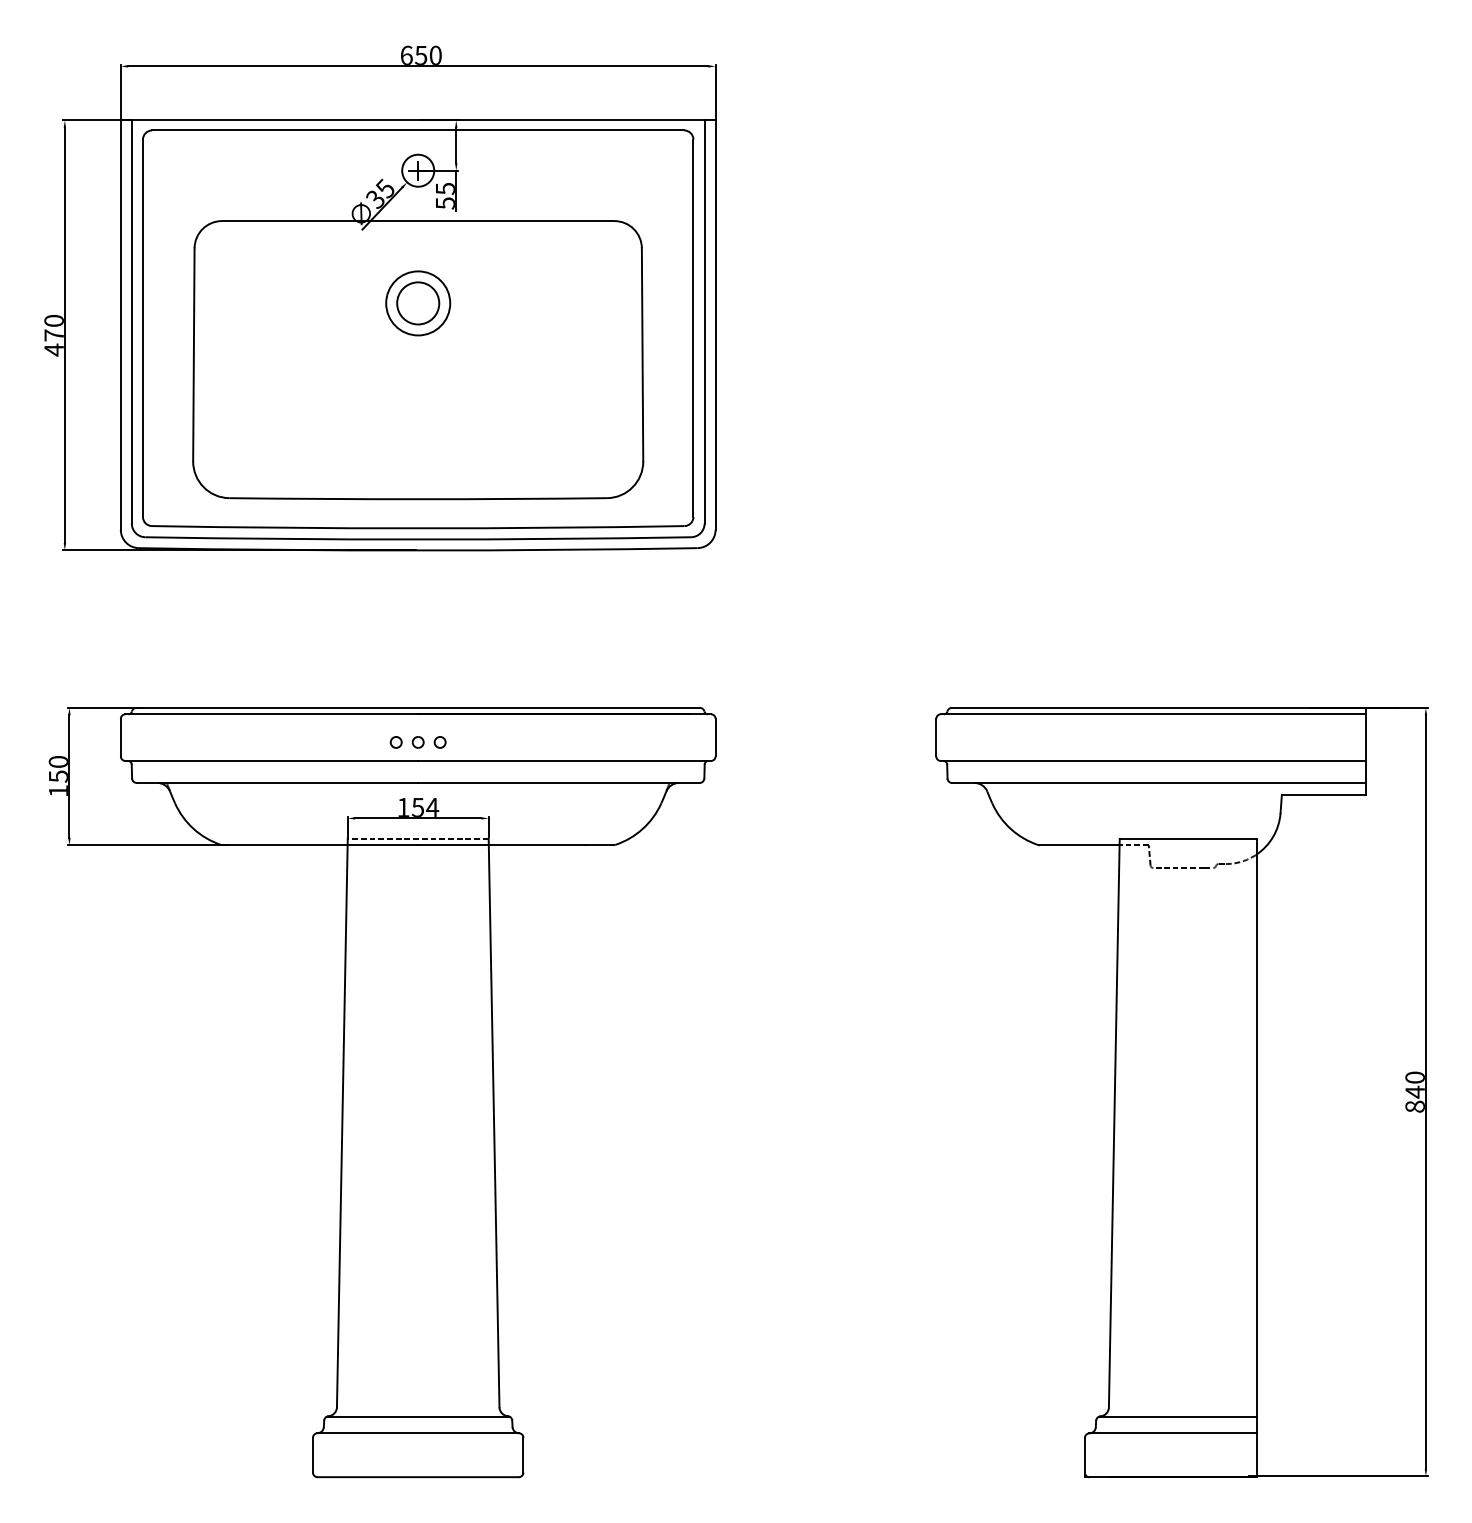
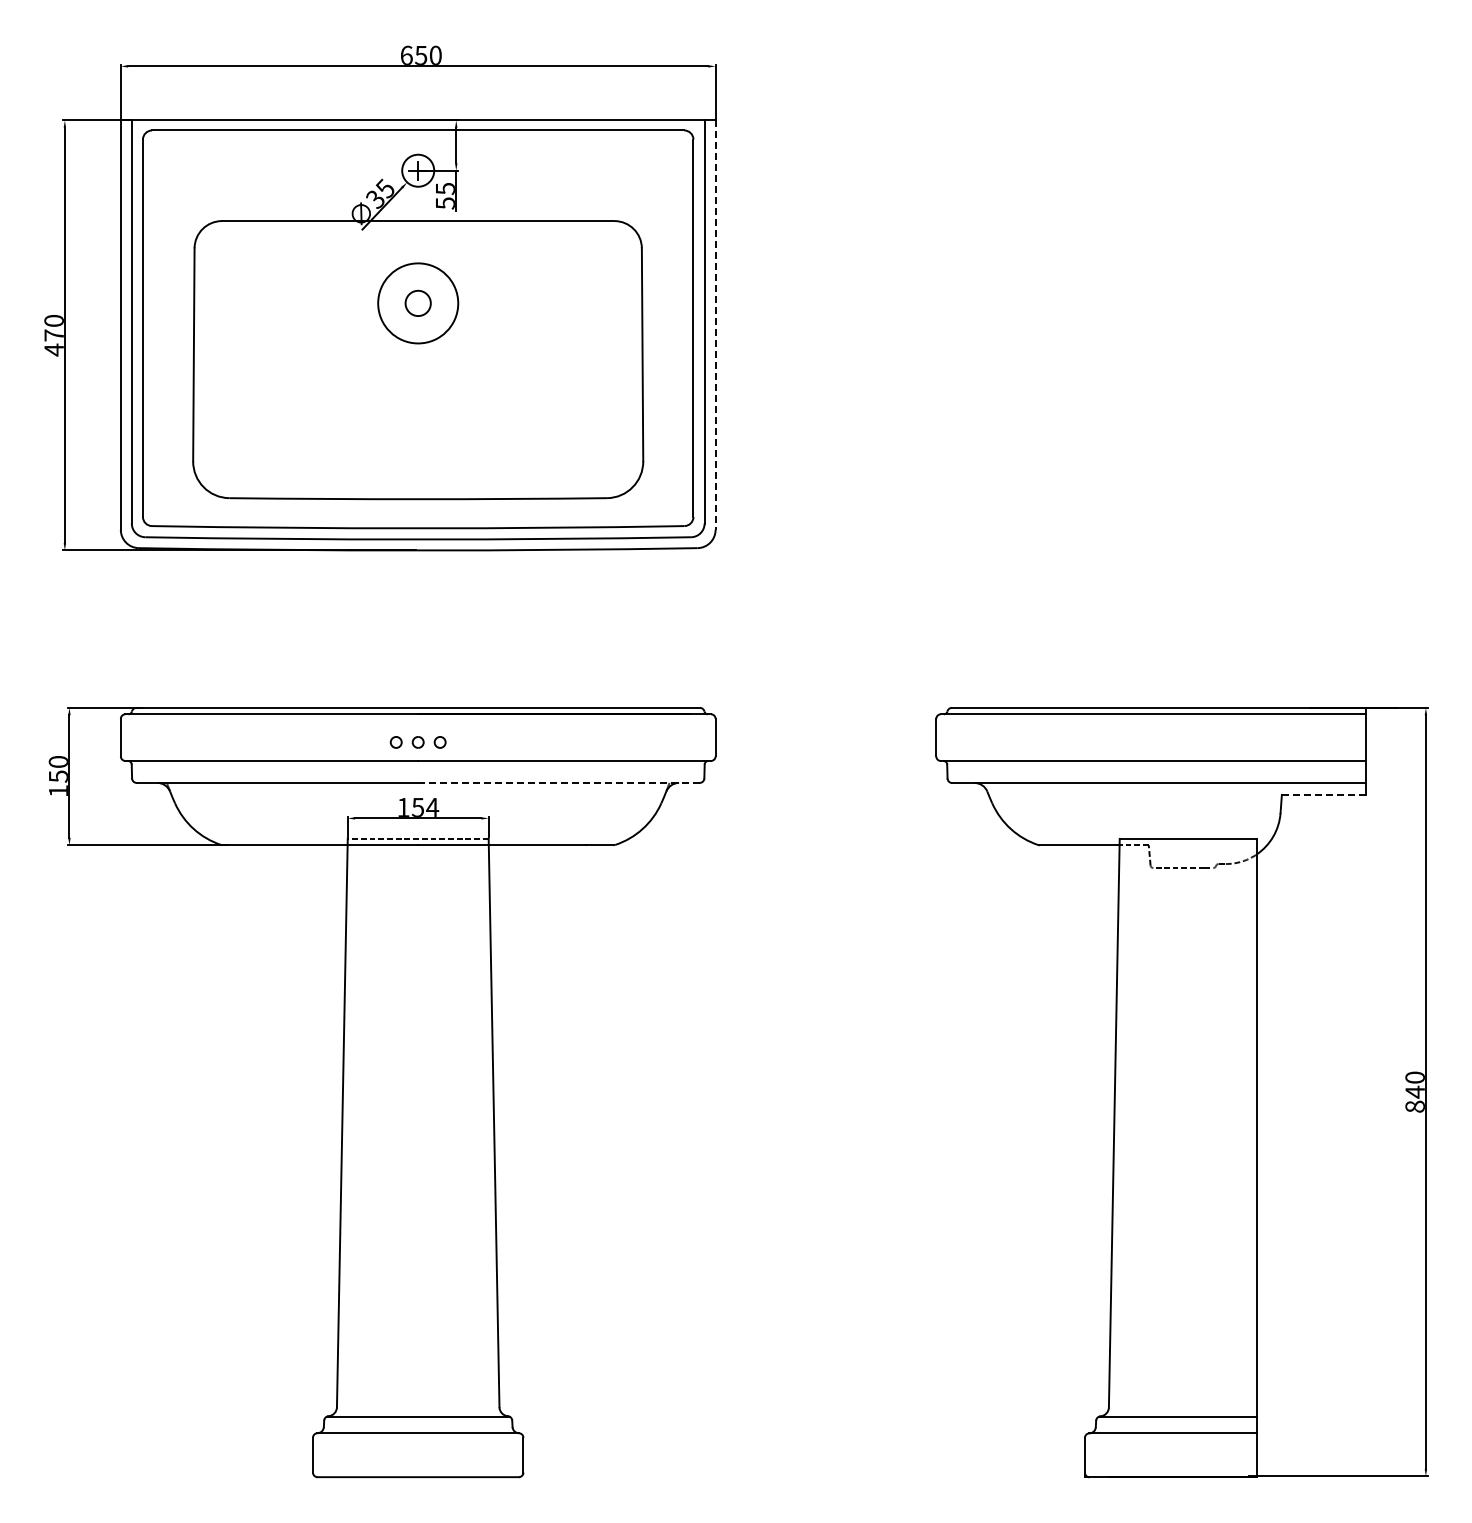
circle at (418, 303) diameter: 42 px -> 25 px
circle at (418, 303) diameter: 64 px -> 80 px
line at (715, 325): solid -> dashed
line at (559, 782): solid -> dashed
line at (1324, 794): solid -> dashed
